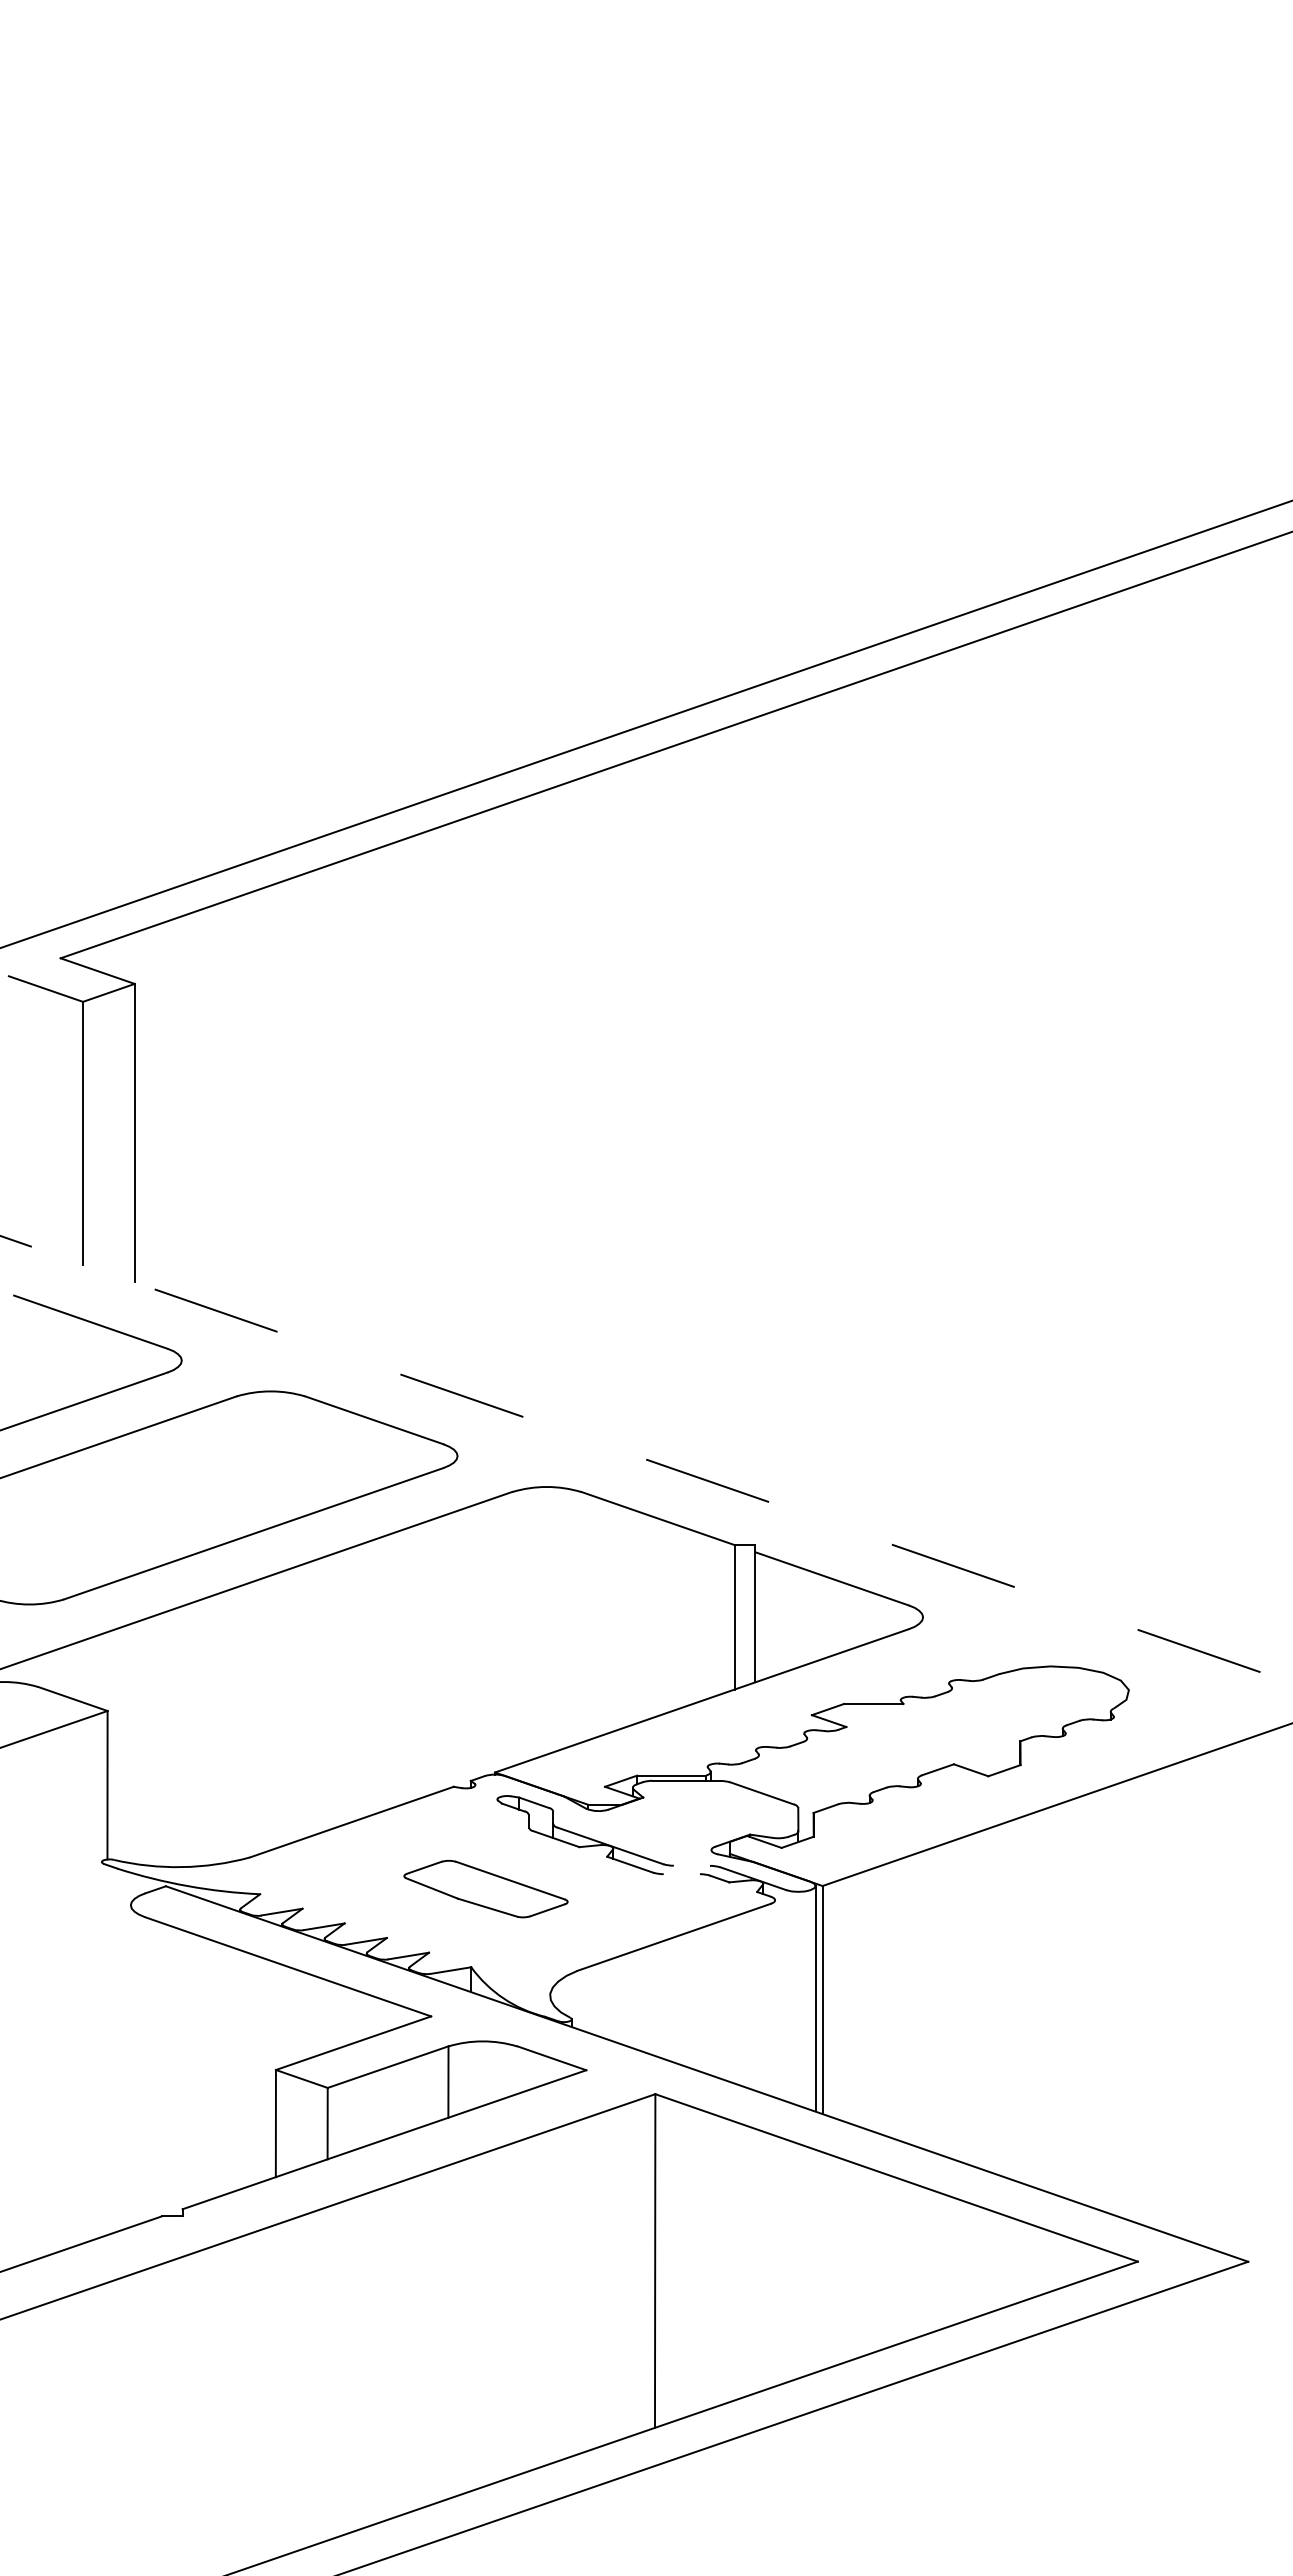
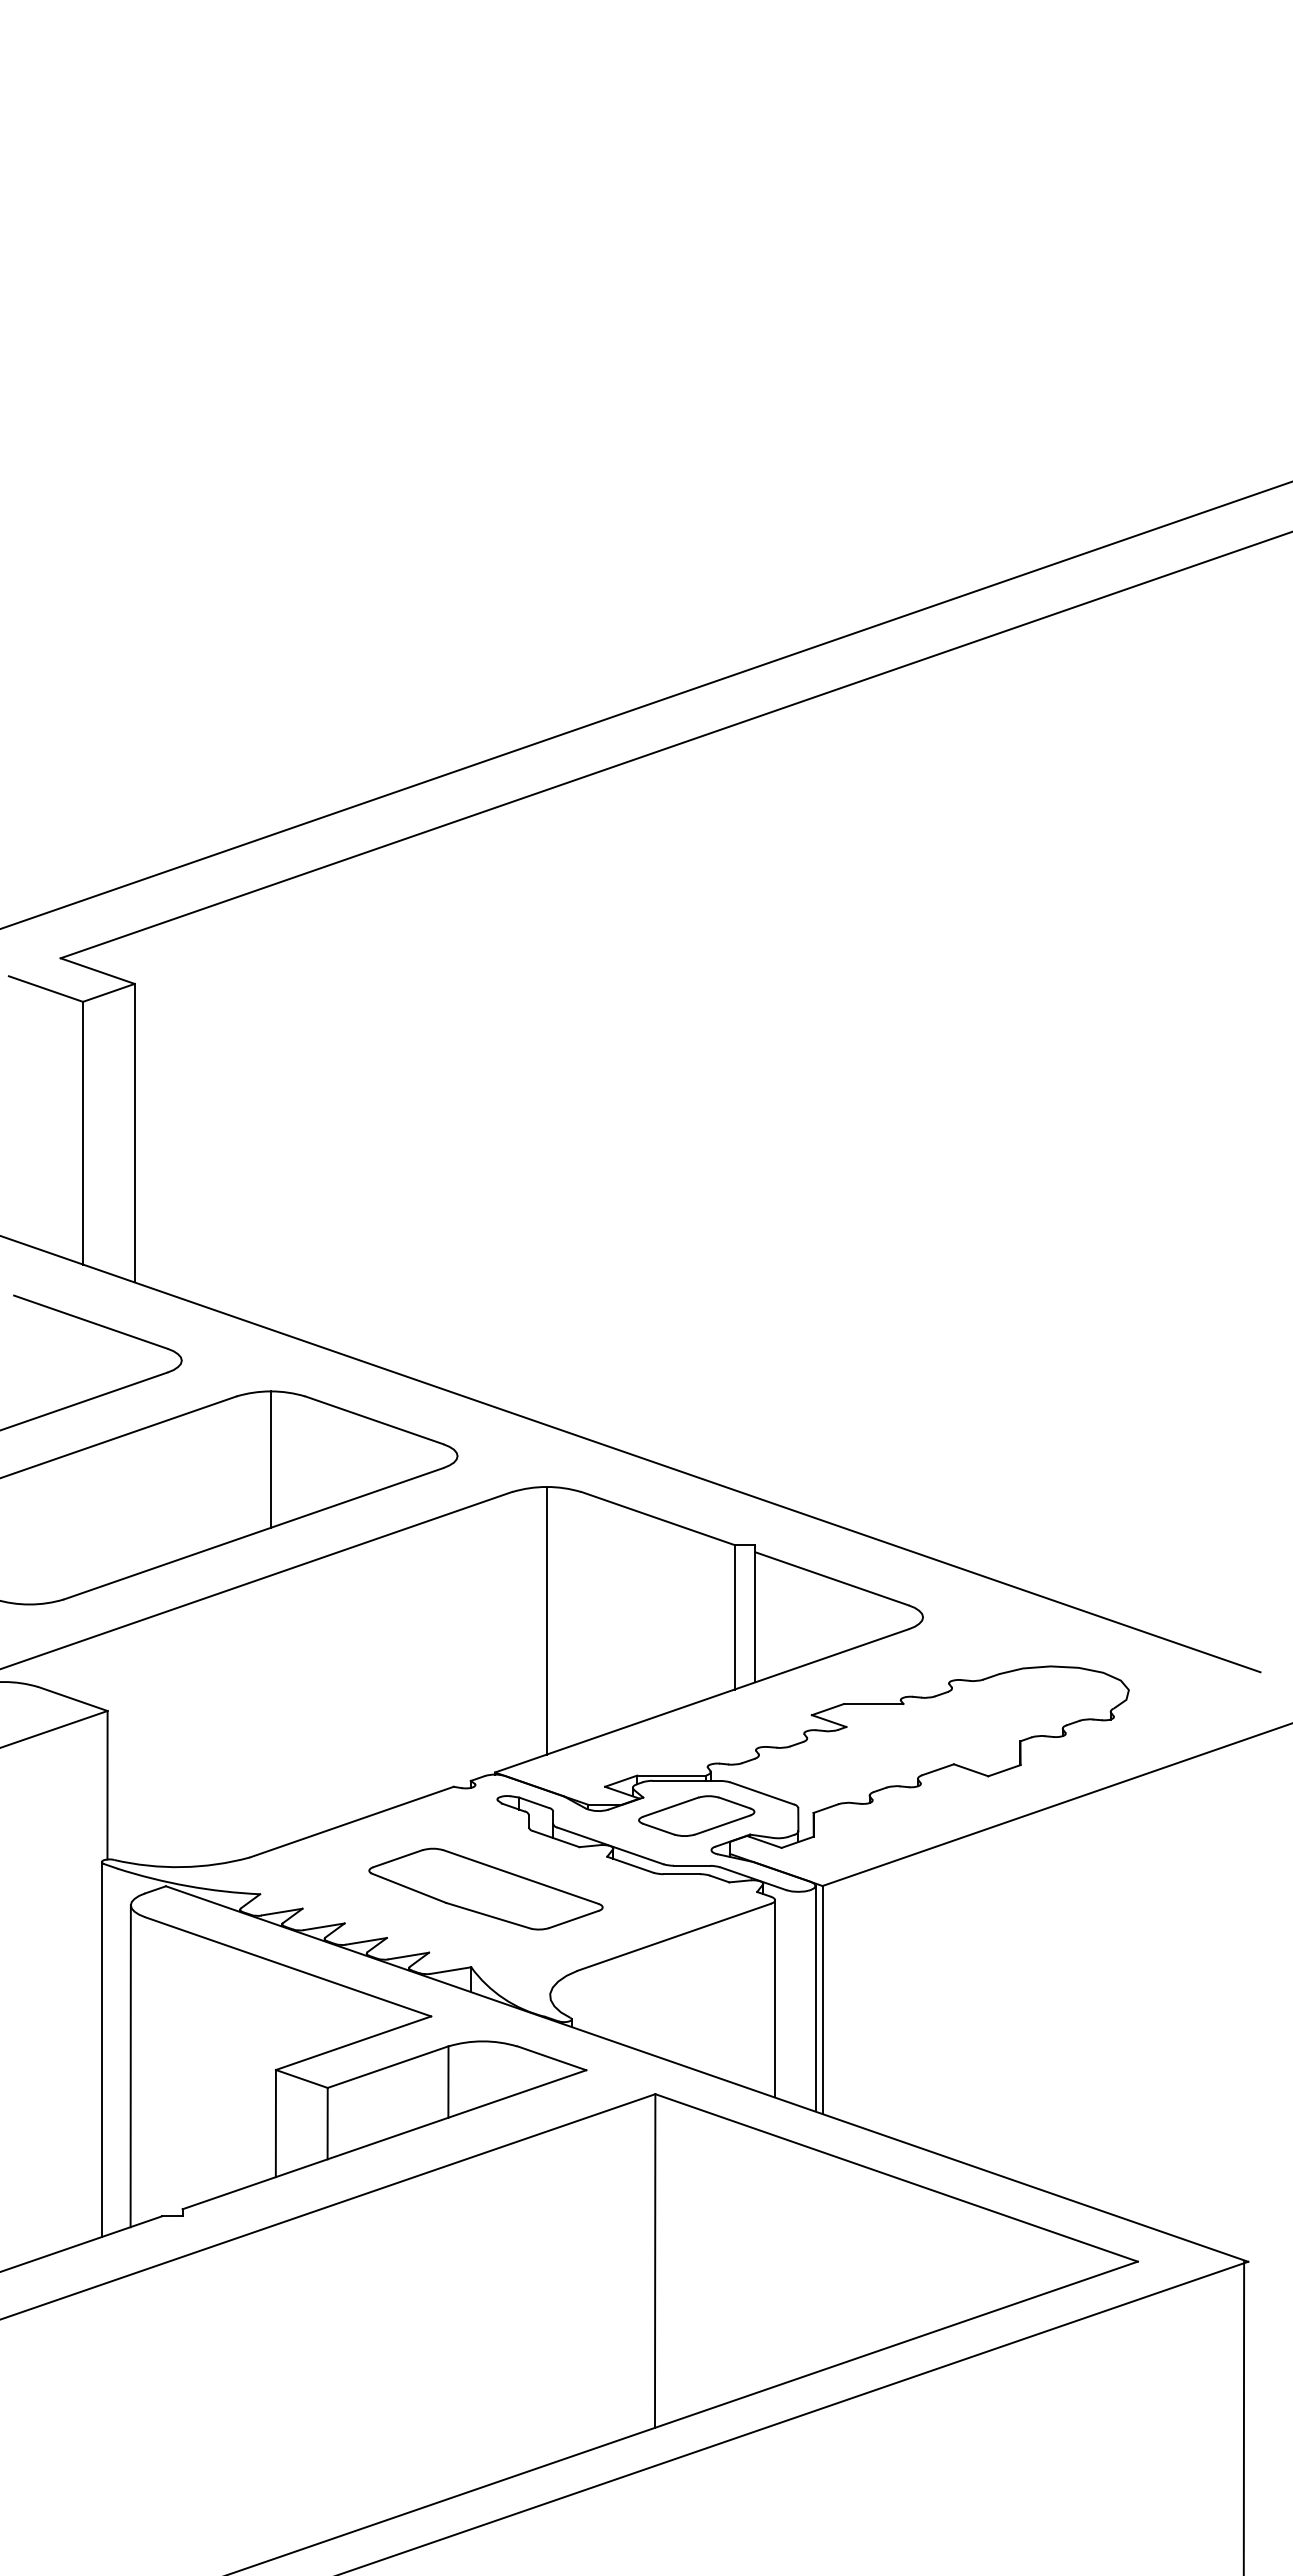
line at (645, 724) position: (645, 724) -> (645, 705)
line at (630, 1454): dashed -> solid
line at (270, 1459): none -> present
line at (546, 1620): none -> present
part at (696, 1815): none -> present
line at (691, 1865): none -> present
line at (681, 1874): none -> present
part at (485, 1888) size: 166x60 px -> 236x84 px
line at (775, 1998): none -> present
line at (101, 2049): none -> present
line at (130, 2066): none -> present
line at (1243, 2416): none -> present
